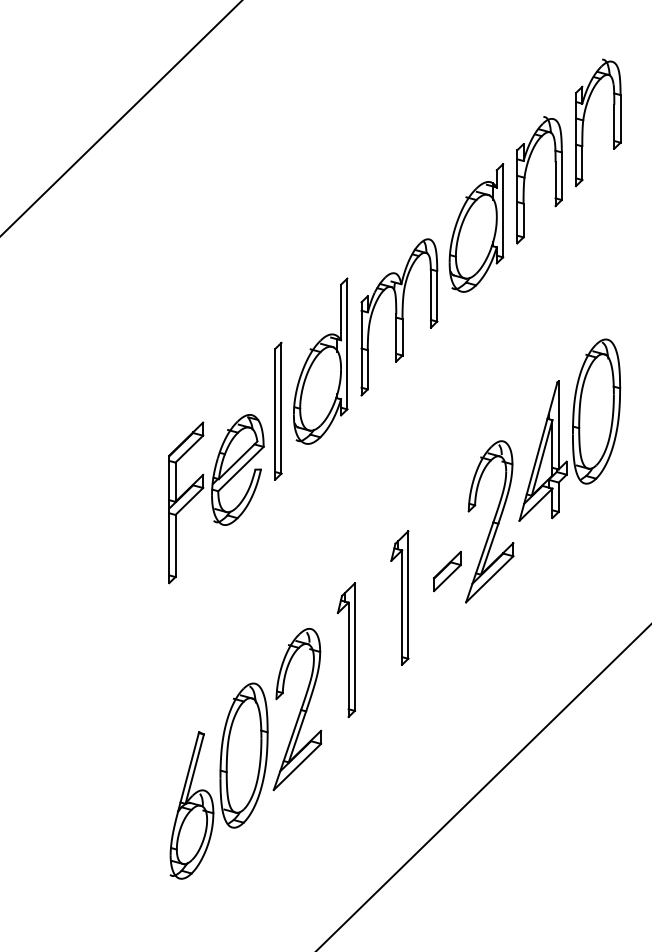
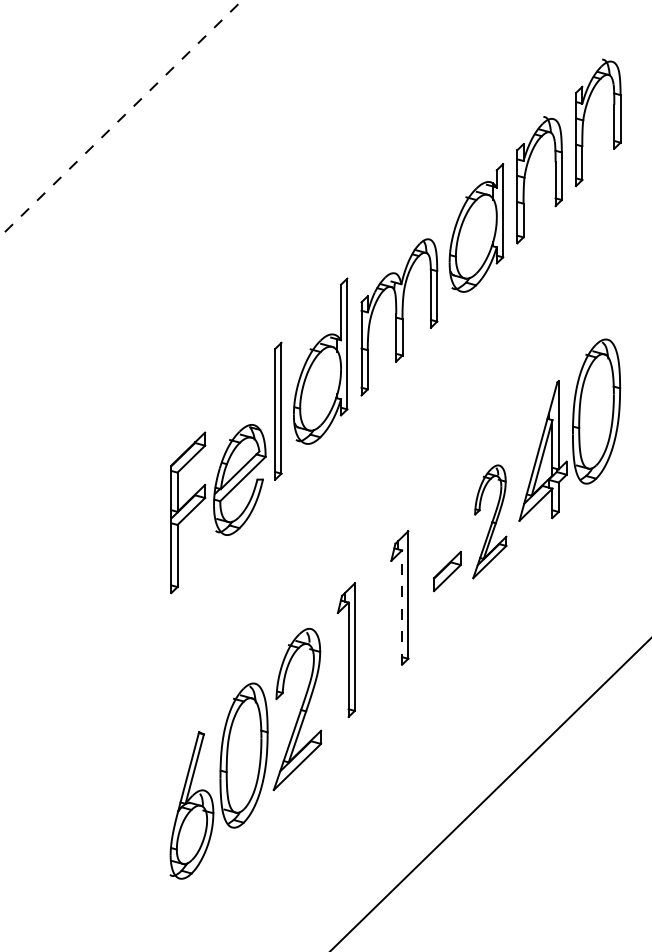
line at (121, 118): solid -> dashed
part at (216, 499) position: (216, 499) -> (218, 509)
part at (489, 521) size: 50x164 px -> 36x116 px
line at (402, 607): solid -> dashed
line at (483, 787) position: (483, 787) -> (490, 794)
